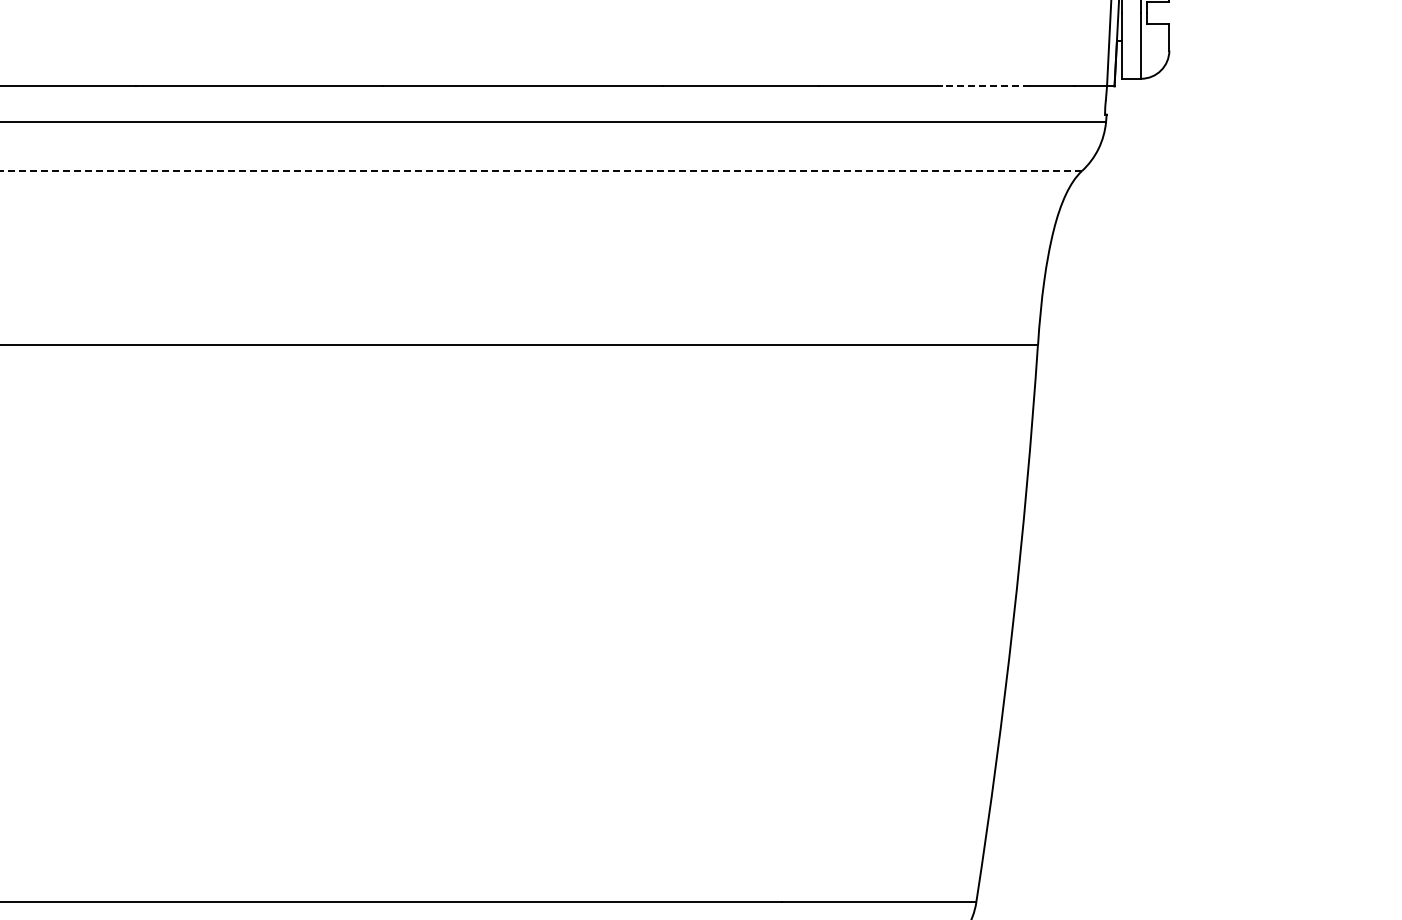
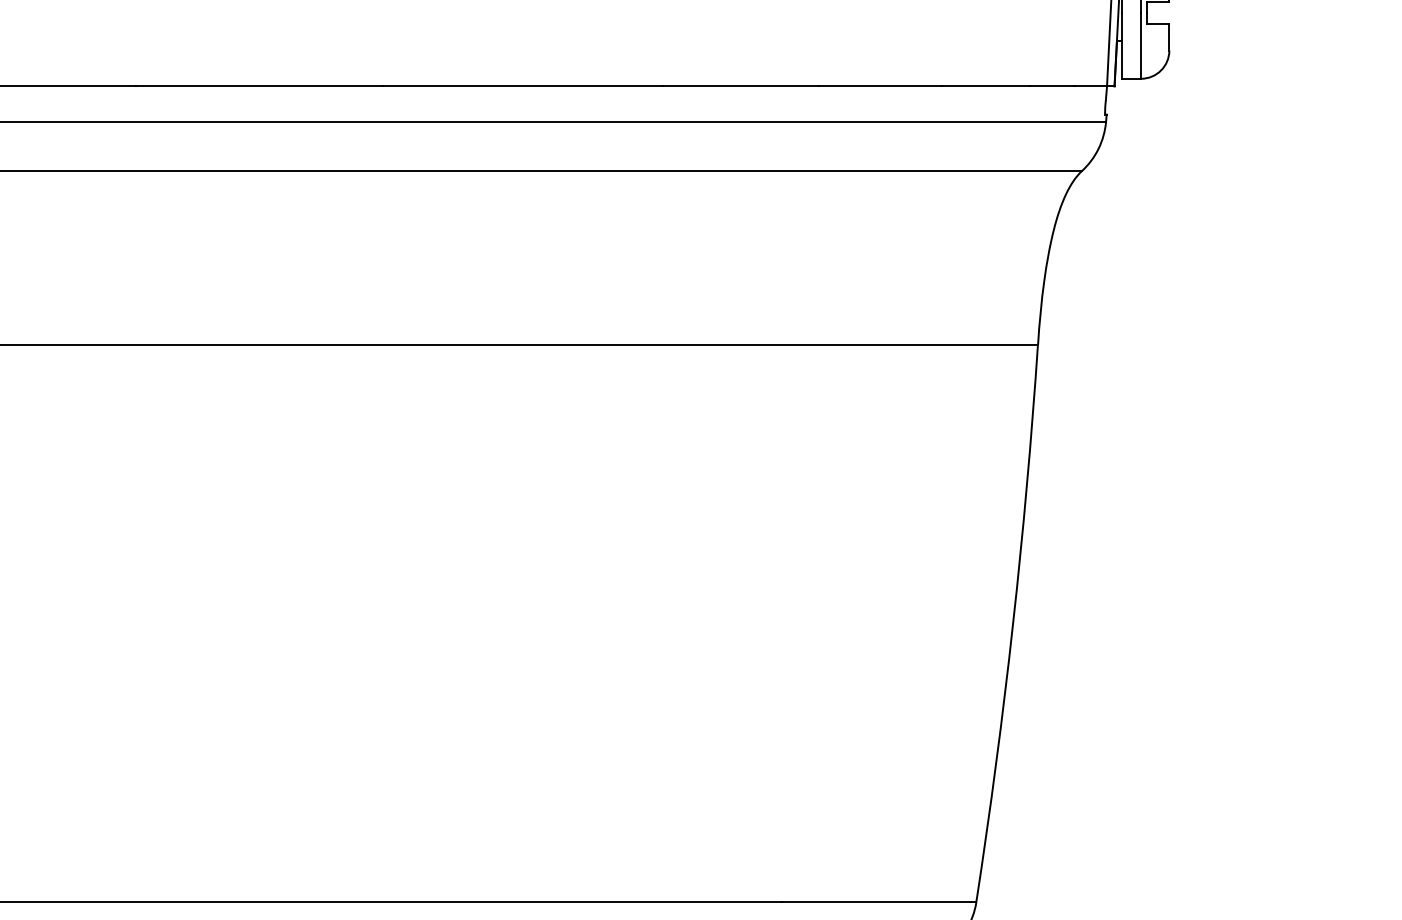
line at (986, 86): dashed -> solid
line at (541, 170): dashed -> solid
